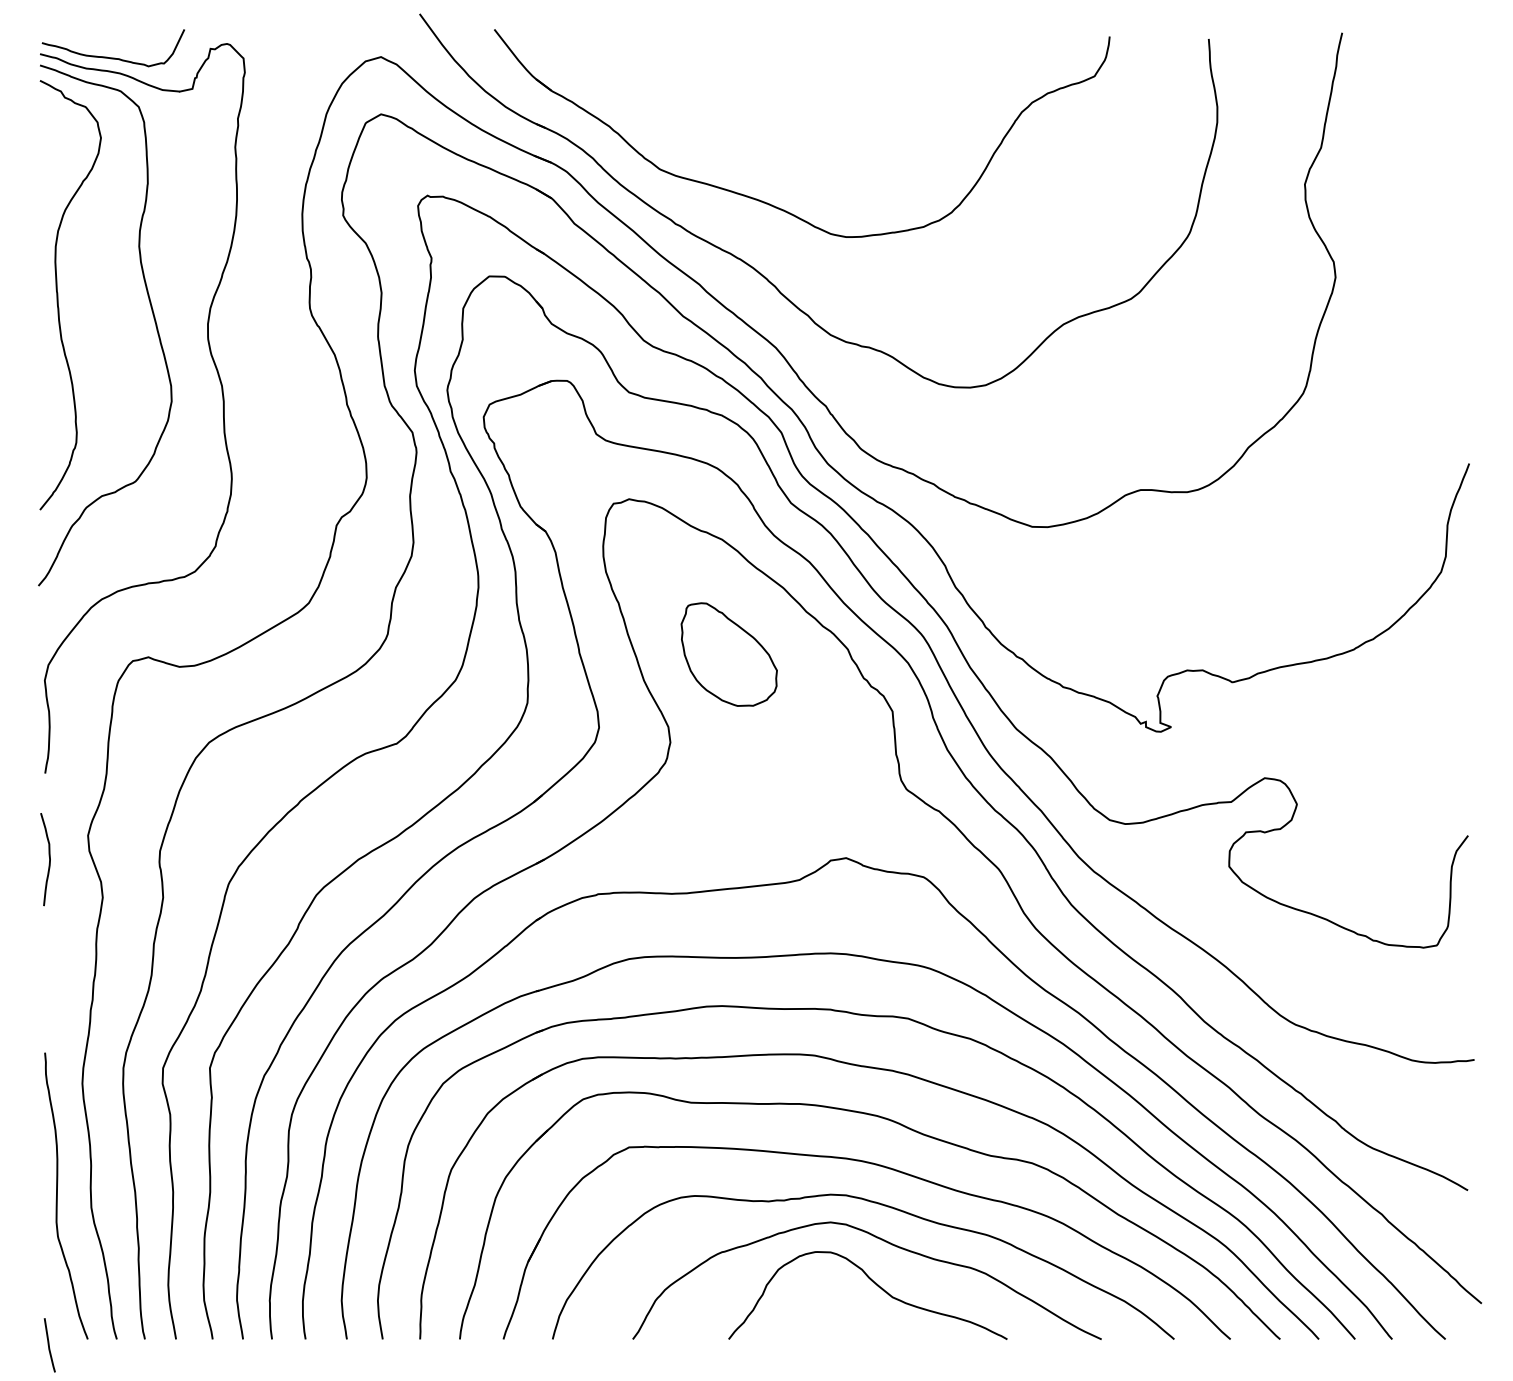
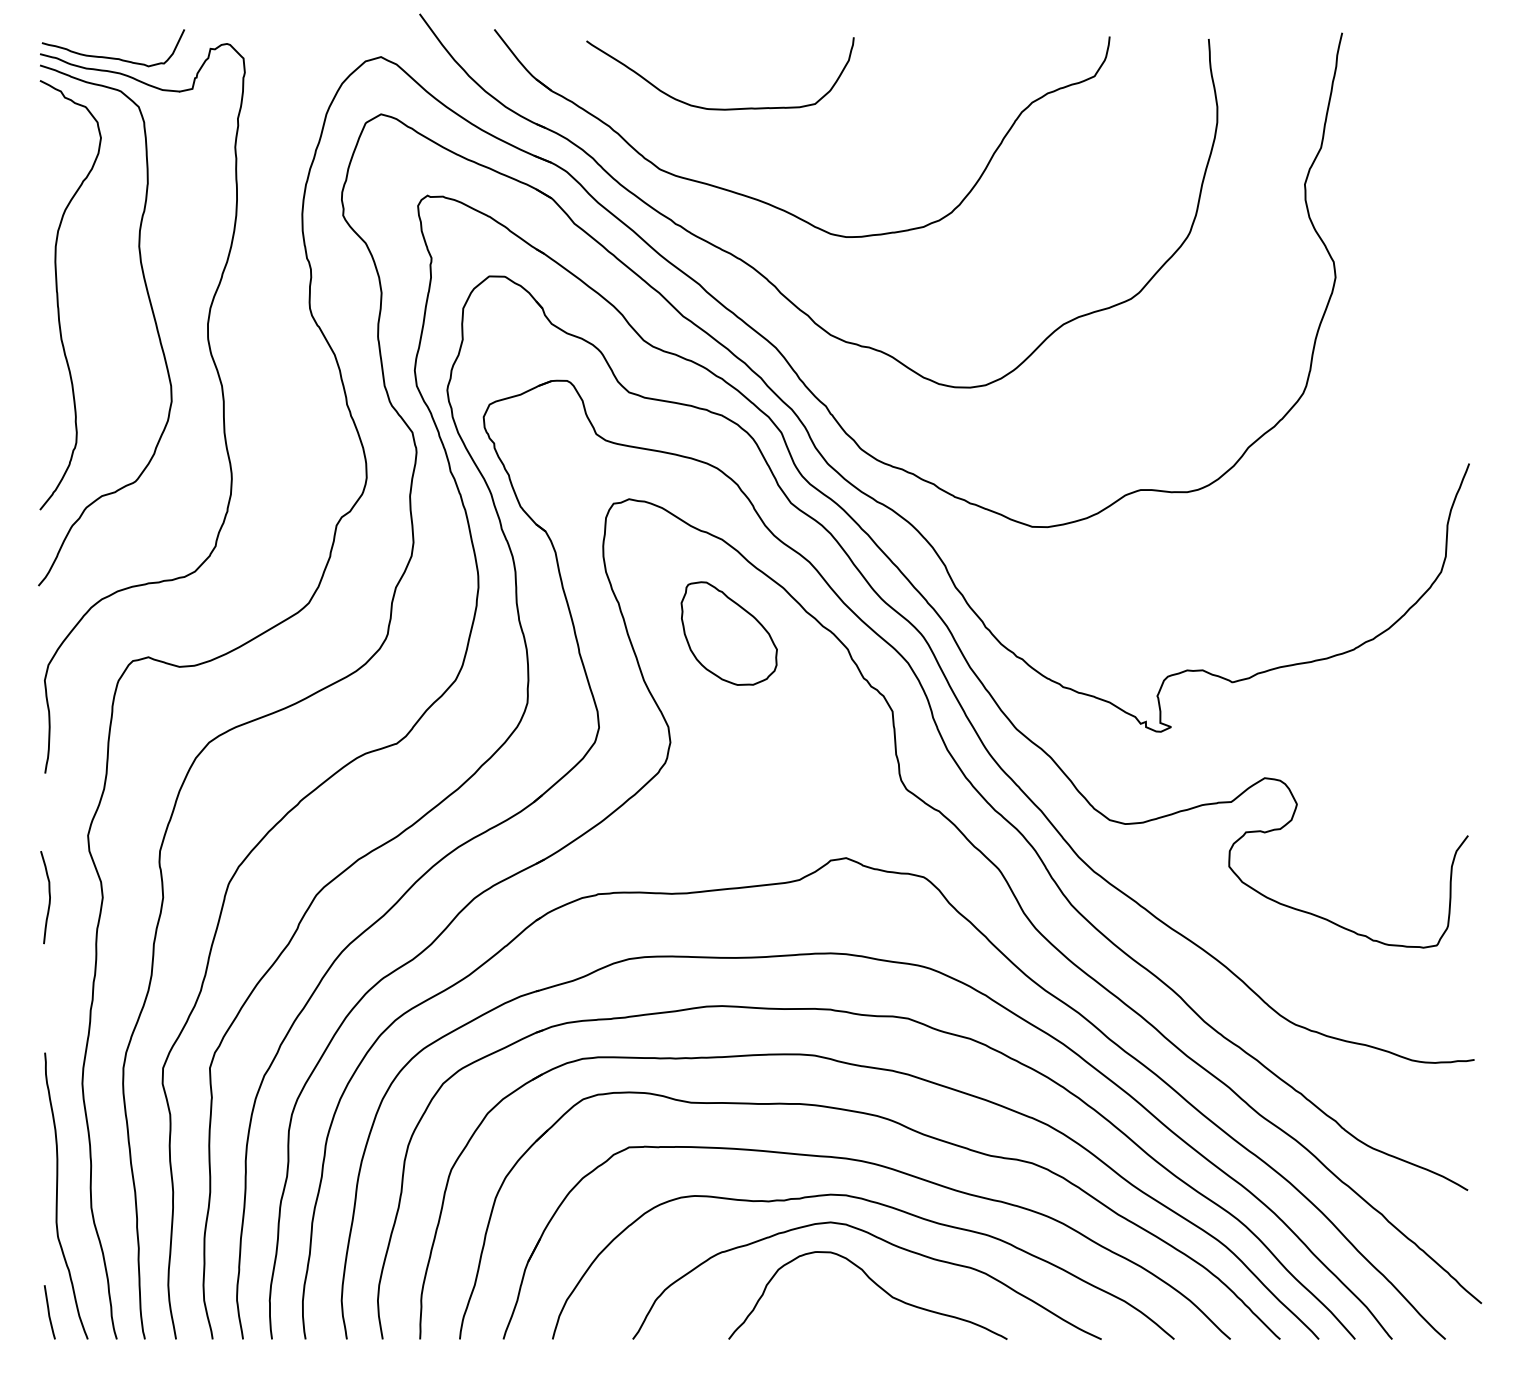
curve at (720, 108): none -> present
part at (728, 654) position: (728, 654) -> (728, 633)
curve at (49, 859) position: (49, 859) -> (49, 897)
line at (49, 1345) position: (49, 1345) -> (49, 1312)
